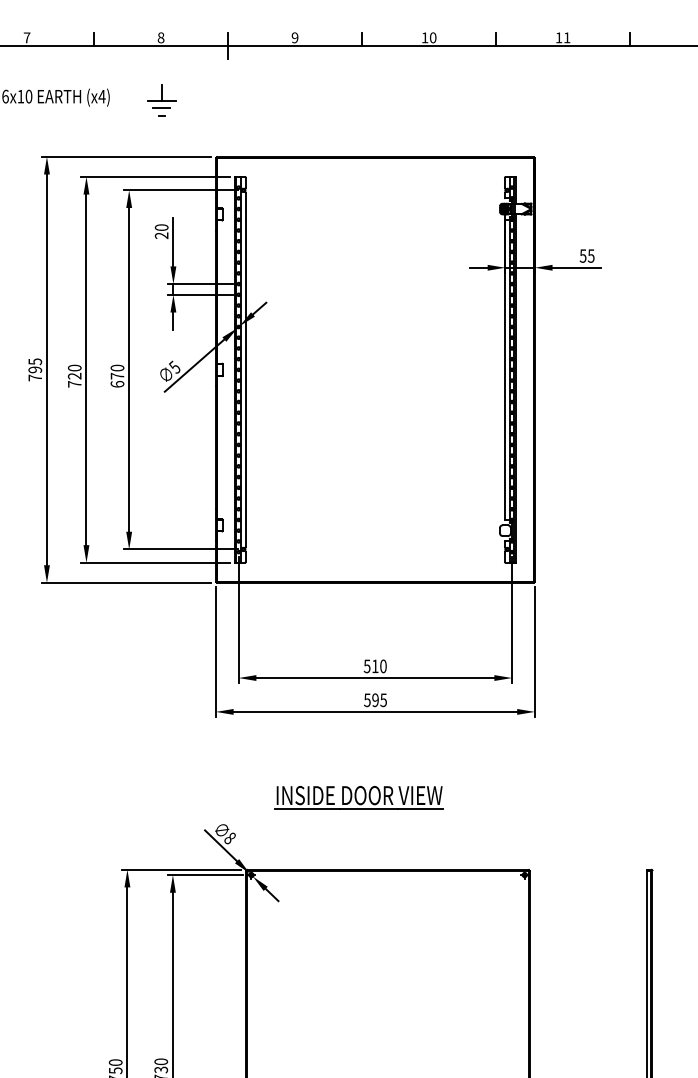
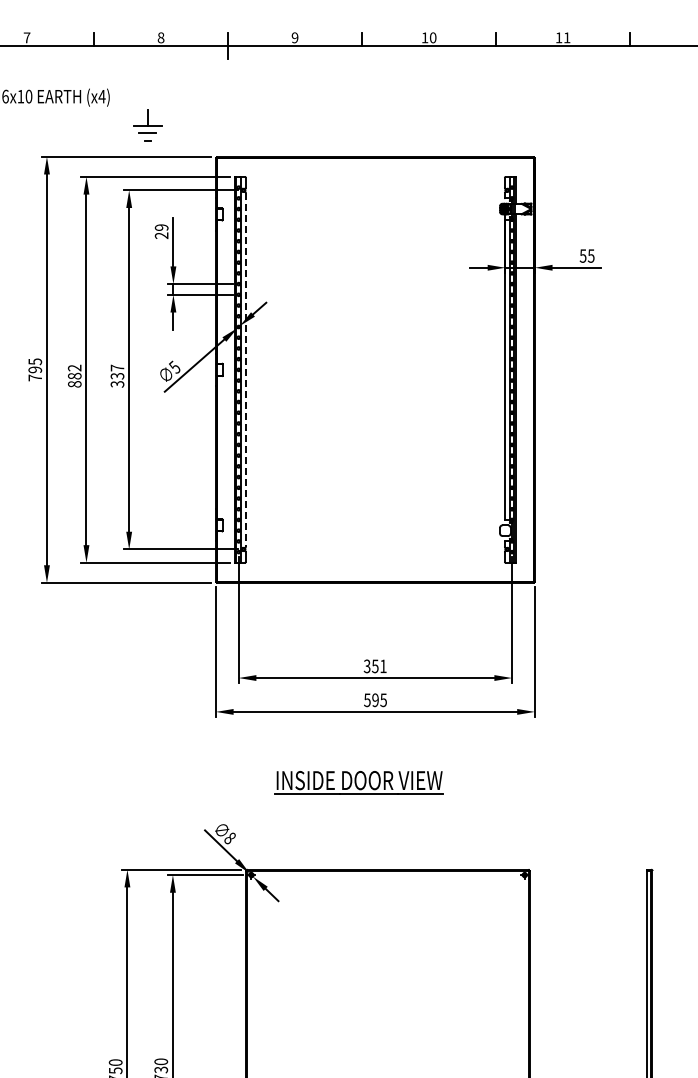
part at (161, 100) position: (161, 100) -> (147, 125)
text at (161, 227): 20 -> 29
line at (245, 369): solid -> dashed
text at (74, 375): 720 -> 882
text at (117, 375): 670 -> 337
text at (375, 666): 510 -> 351
part at (358, 797) position: (358, 797) -> (358, 782)
